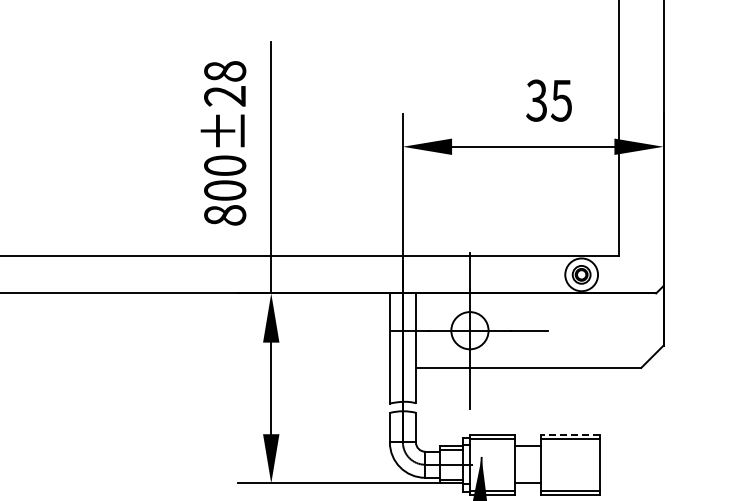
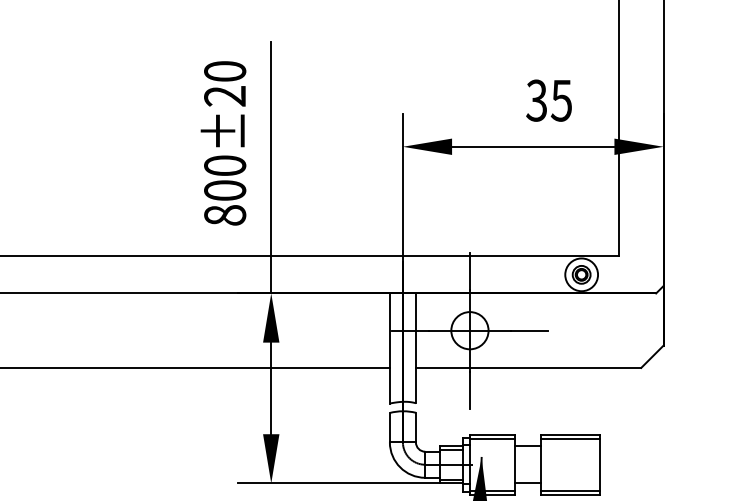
text at (225, 71): 800±28 -> 800±20
line at (195, 367): none -> present
line at (570, 434): dashed -> solid
